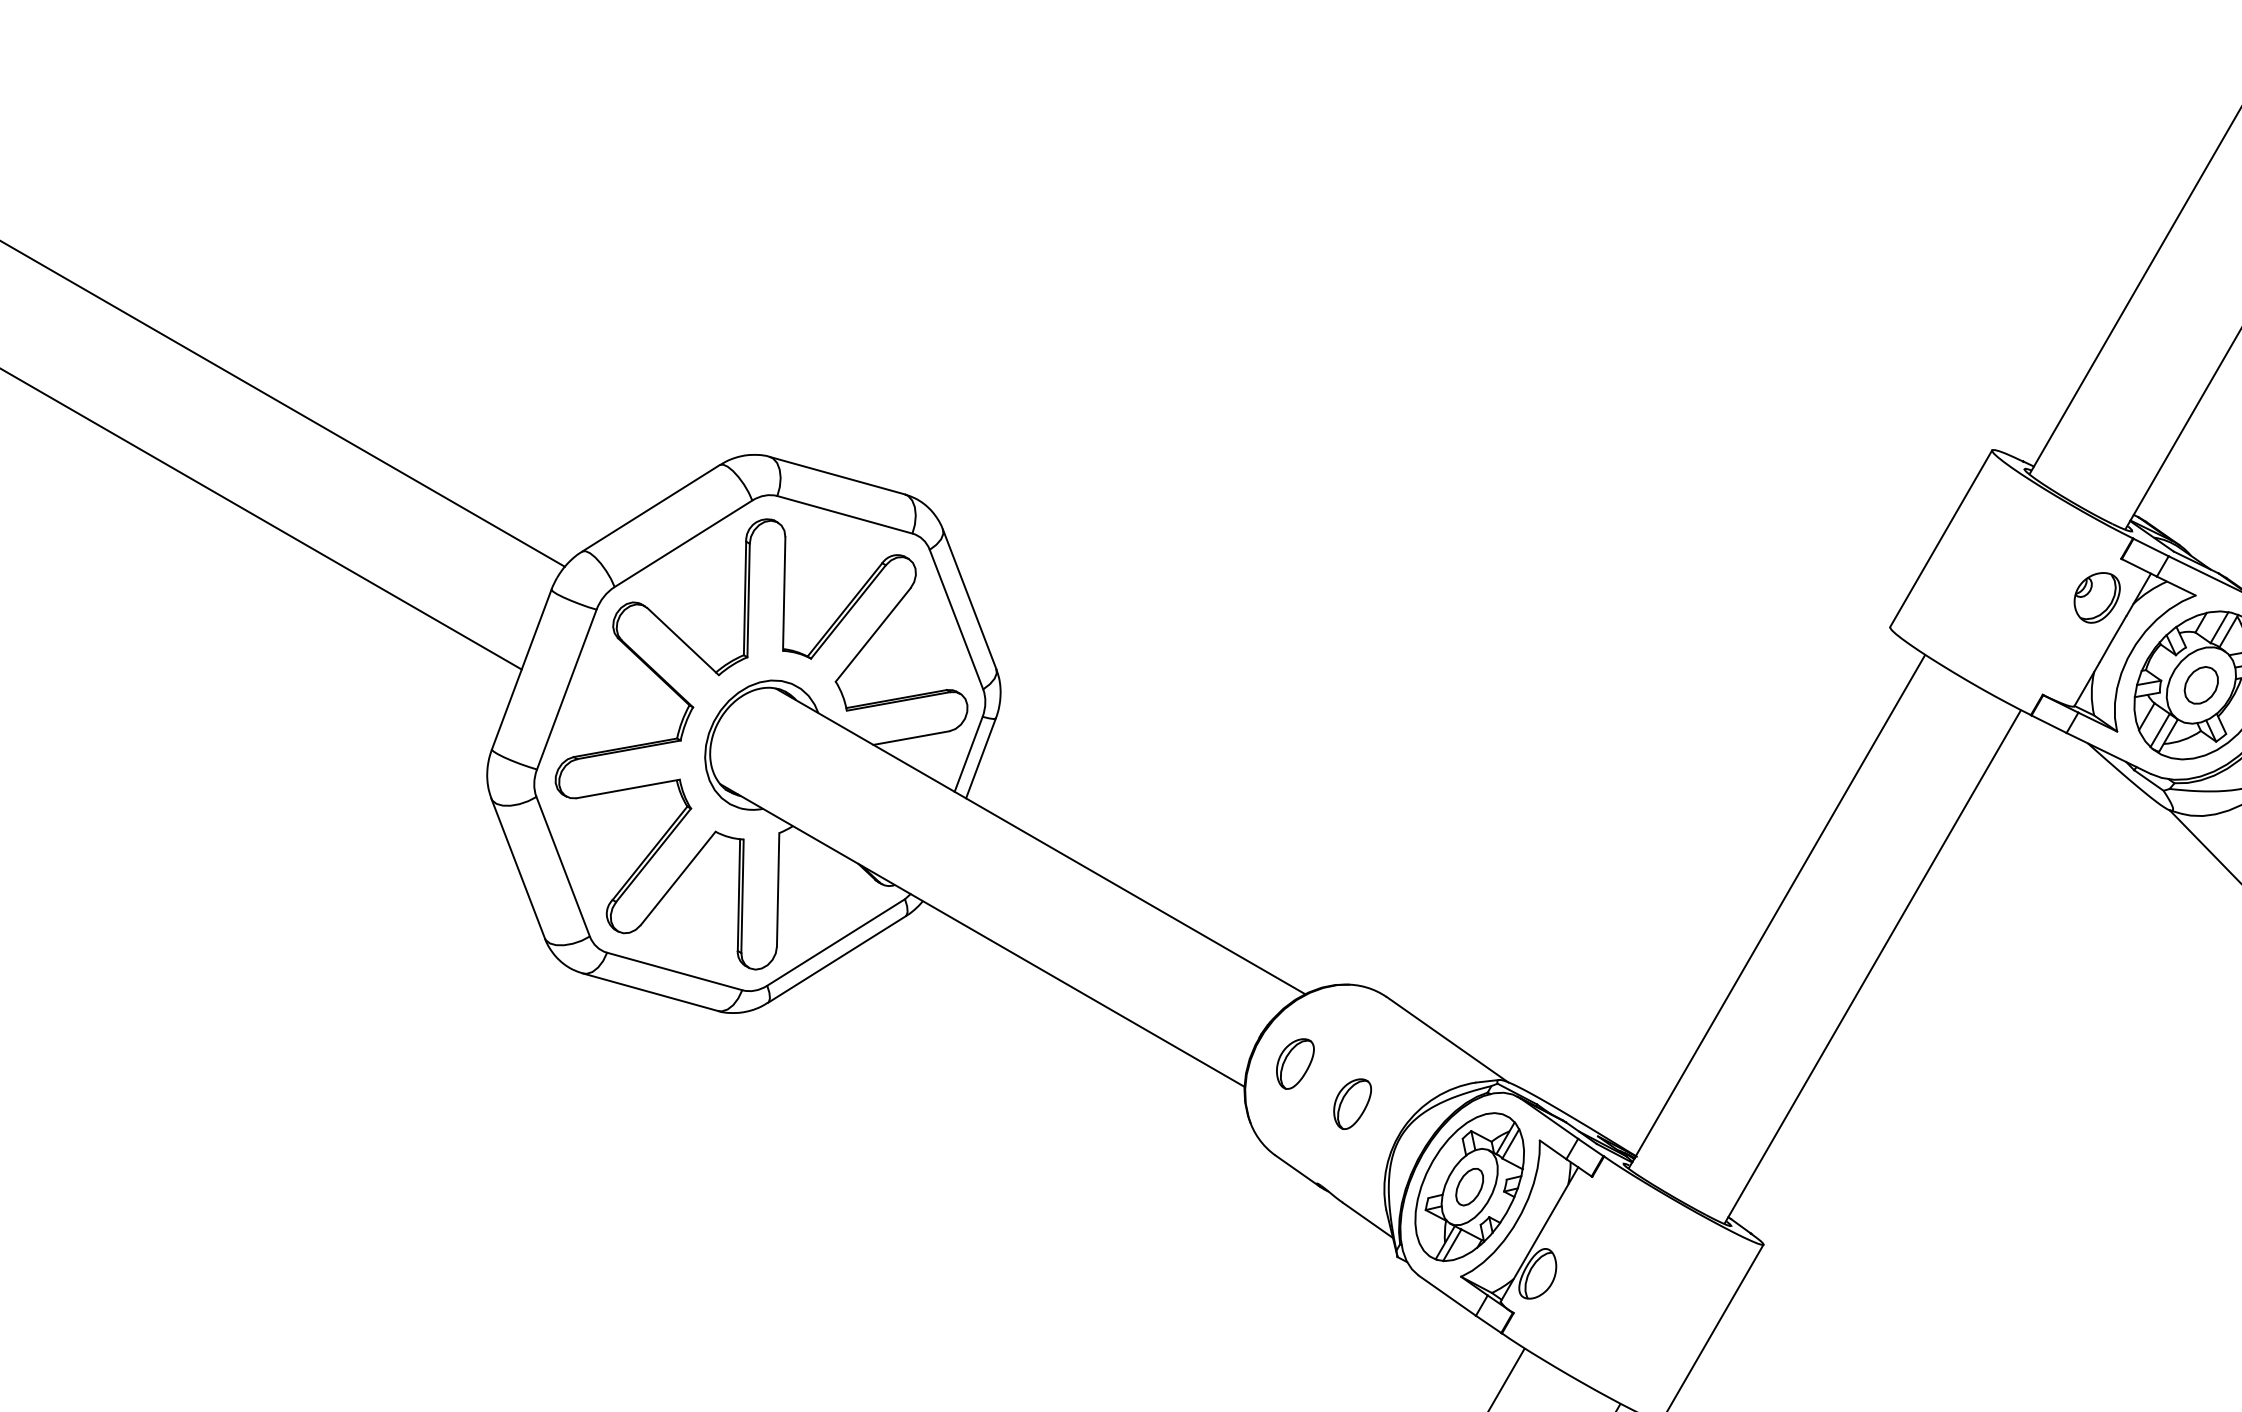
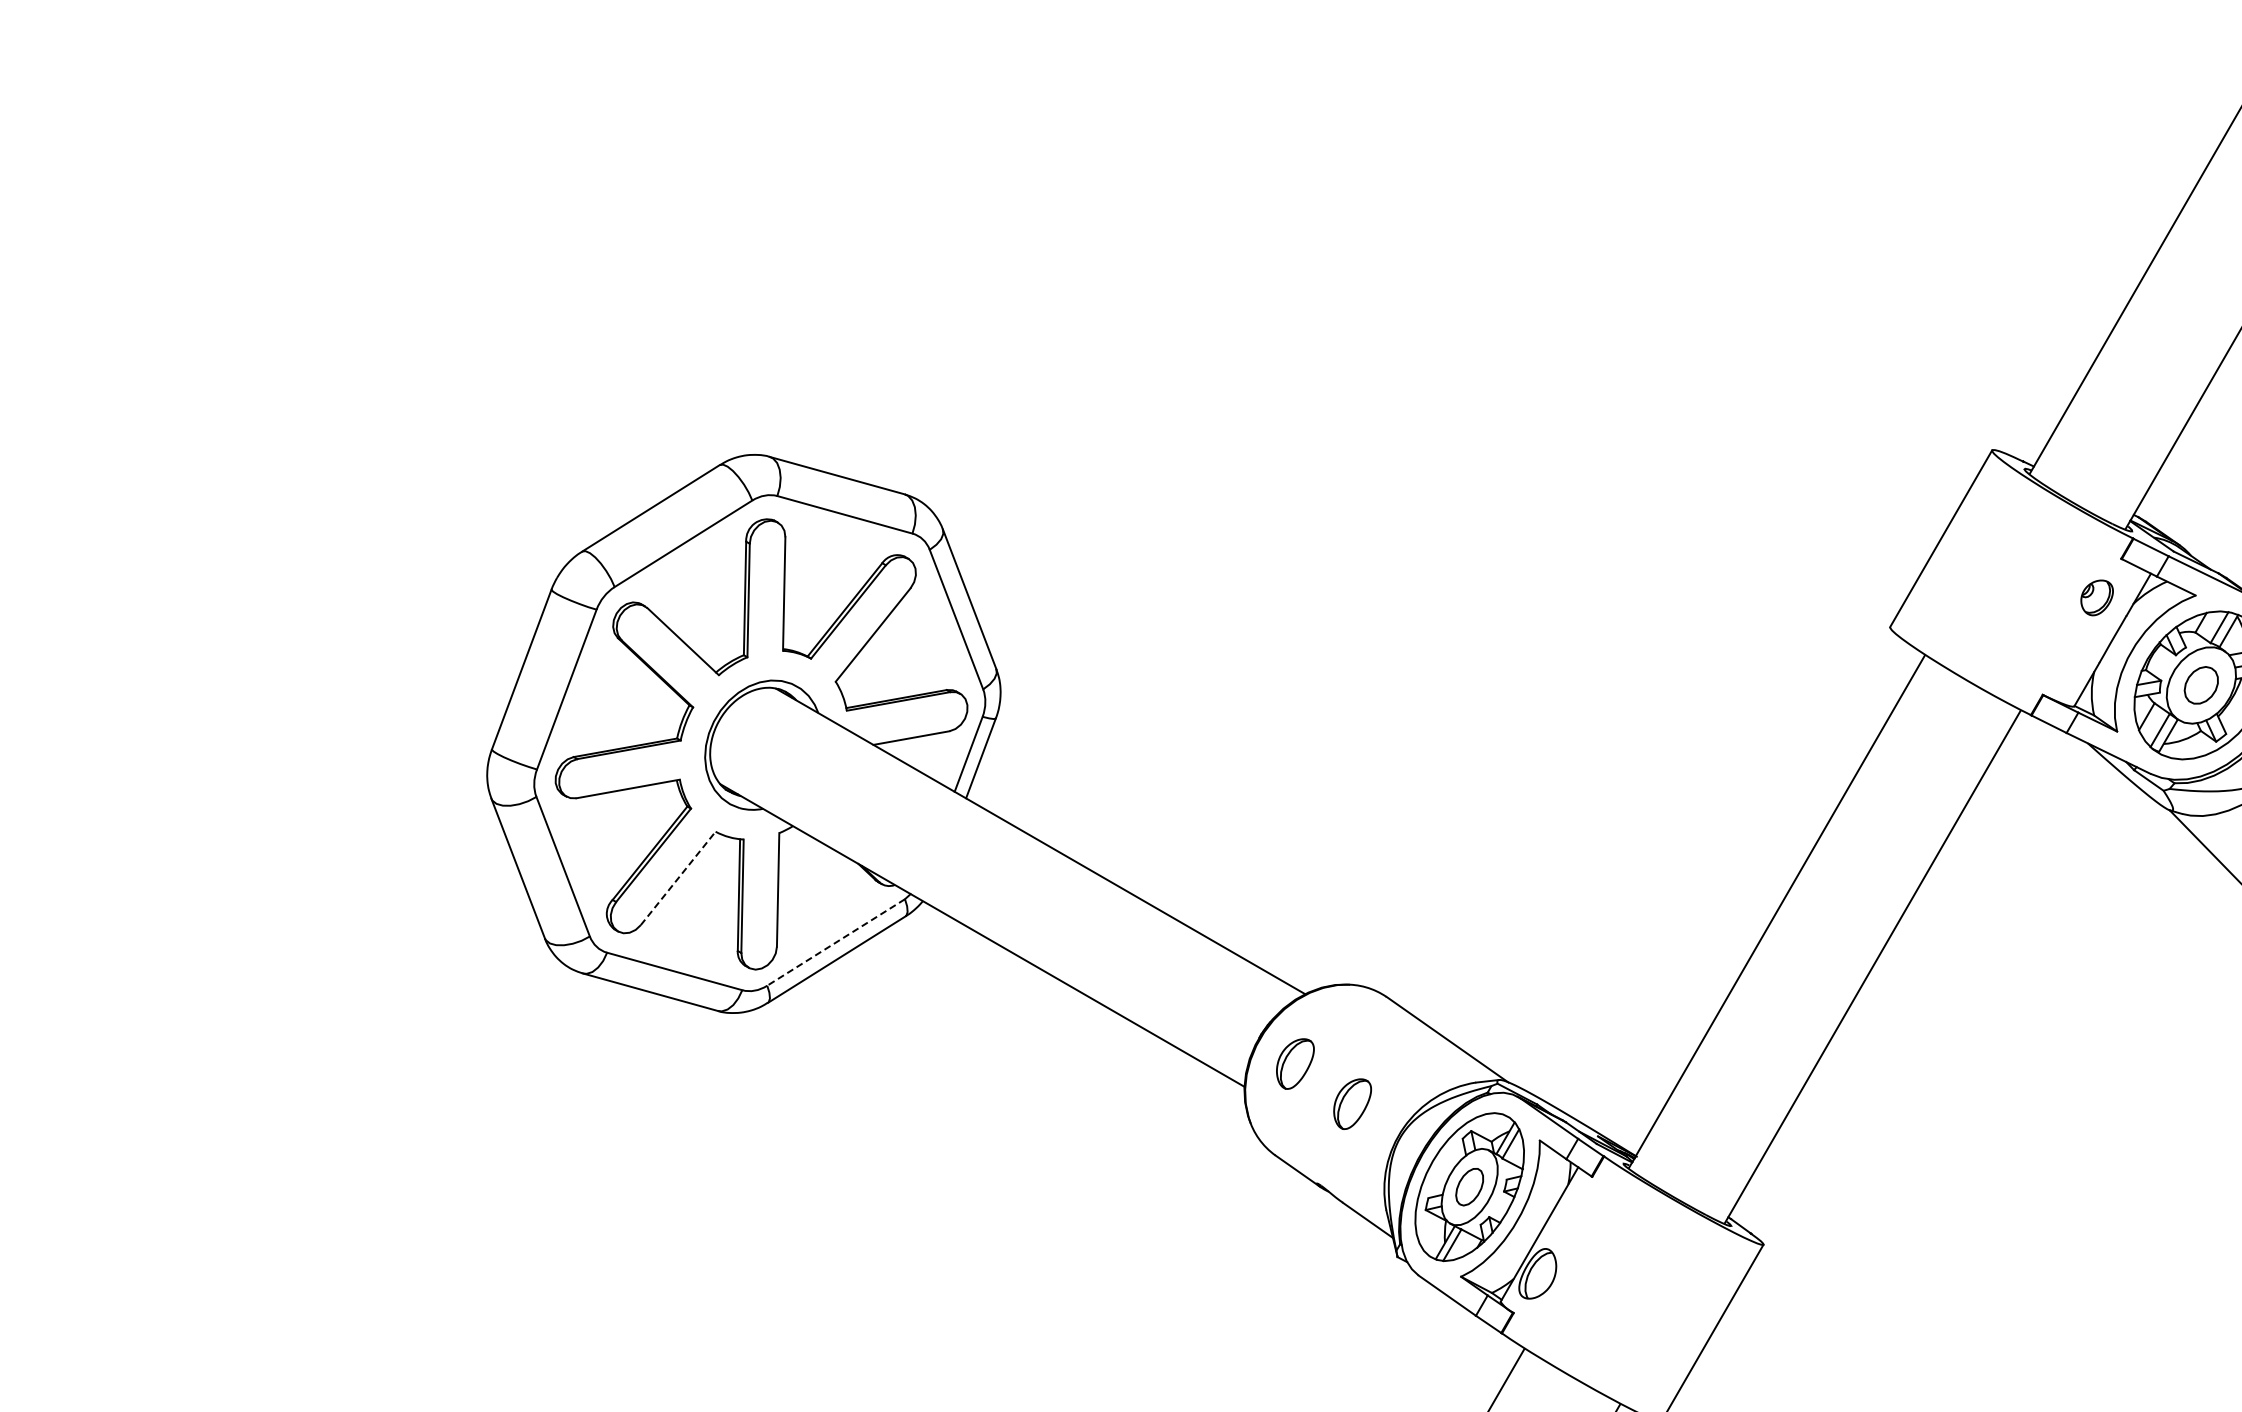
line at (283, 404): present -> none
line at (261, 519): present -> none
part at (2096, 597) size: 48x52 px -> 34x38 px
line at (678, 878): solid -> dashed
line at (835, 942): solid -> dashed
